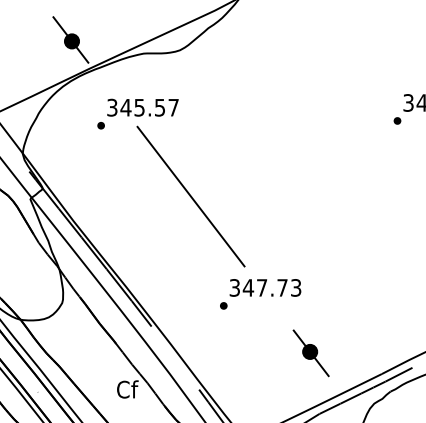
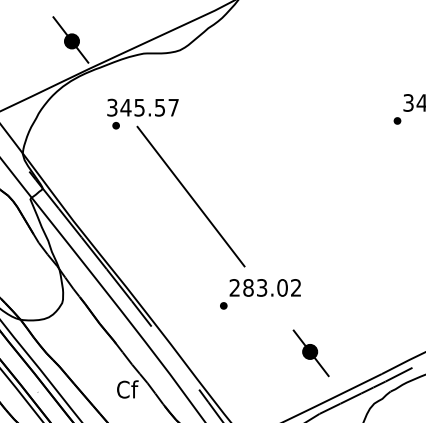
part at (100, 125) position: (100, 125) -> (115, 125)
text at (265, 287): 347.73 -> 283.02
